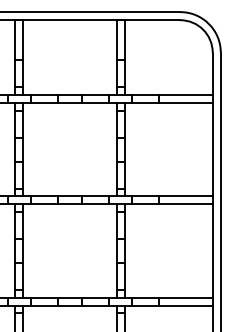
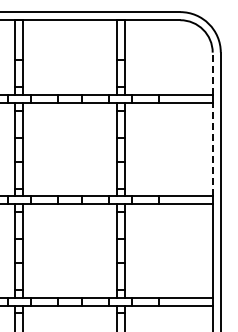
line at (212, 73): solid -> dashed
line at (212, 149): solid -> dashed
